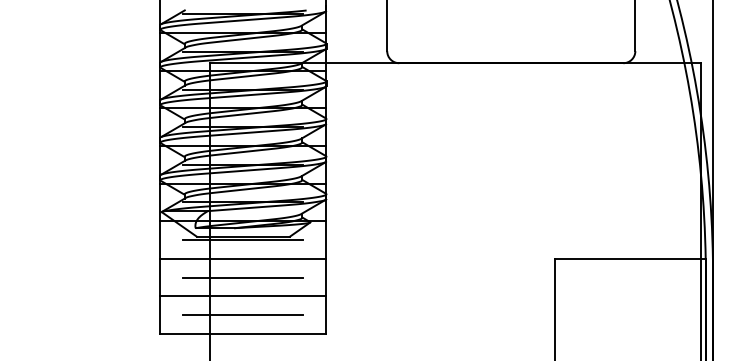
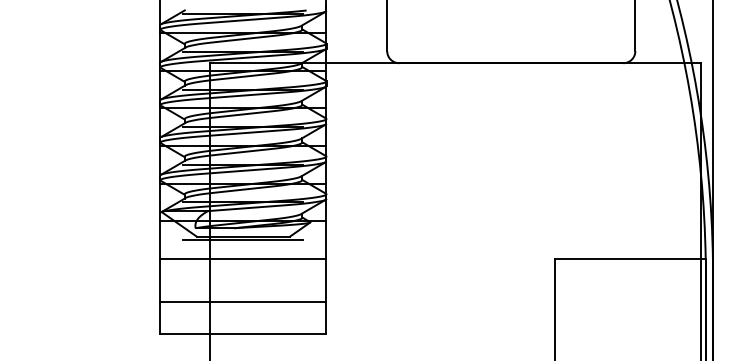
line at (243, 277): present -> none
line at (243, 296) position: (243, 296) -> (243, 302)
line at (243, 315): present -> none
